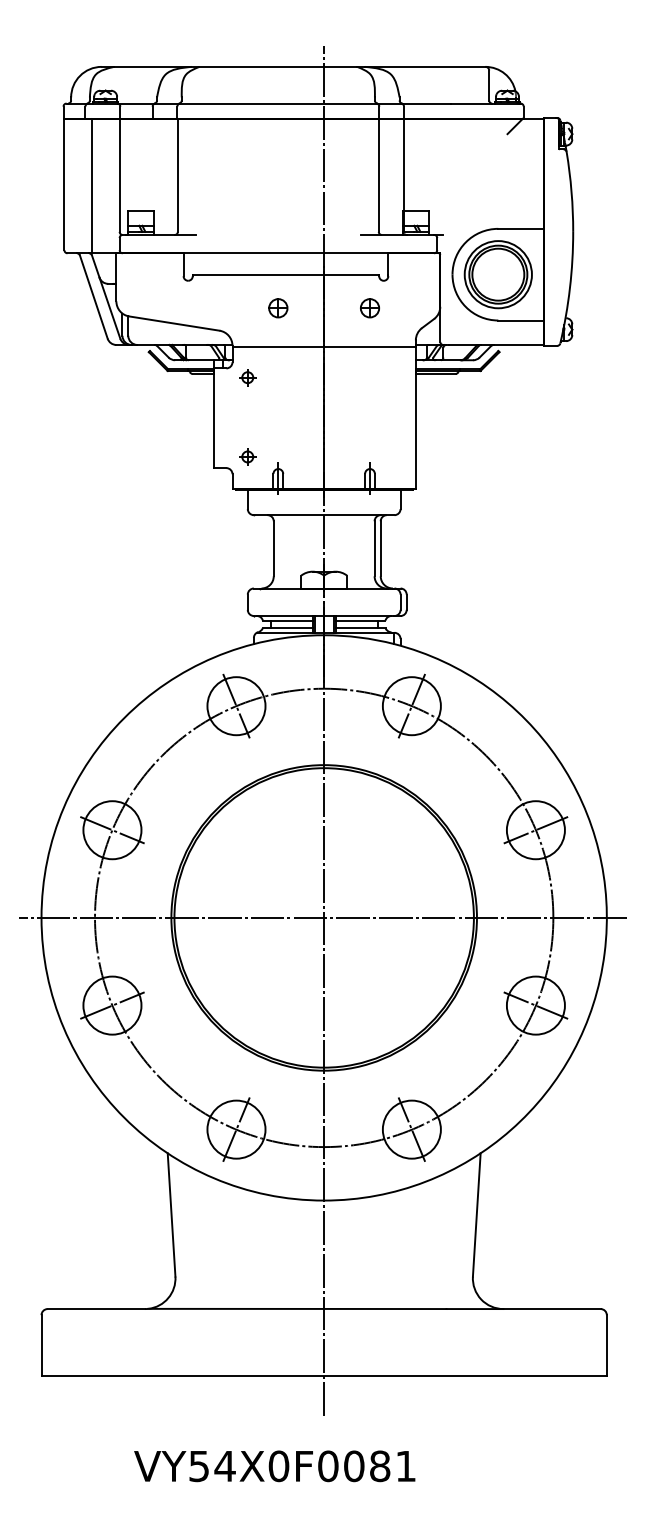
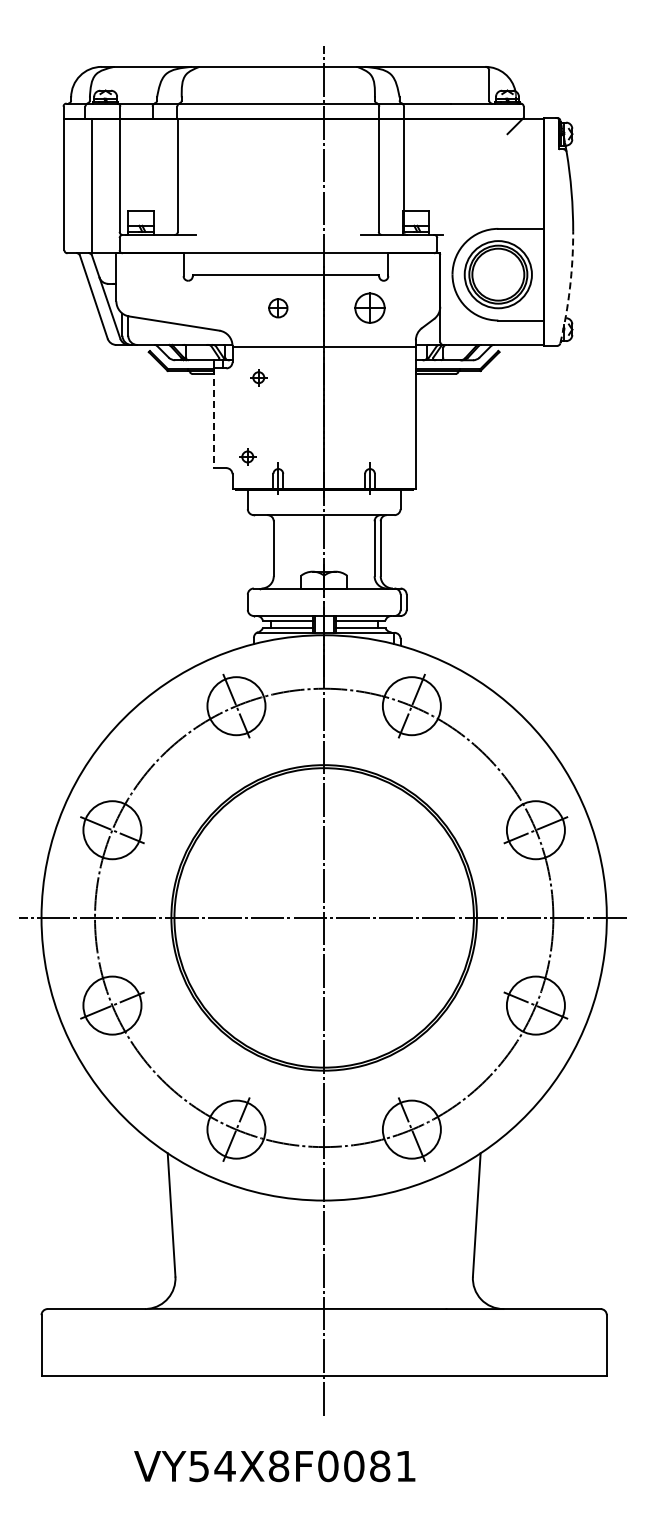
arc at (569, 288): solid -> dashed
part at (369, 308) size: 20x21 px -> 32x32 px
part at (247, 377) position: (247, 377) -> (258, 377)
line at (213, 418): solid -> dashed
text at (278, 1465): VY54X0F0081 -> VY54X8F0081
